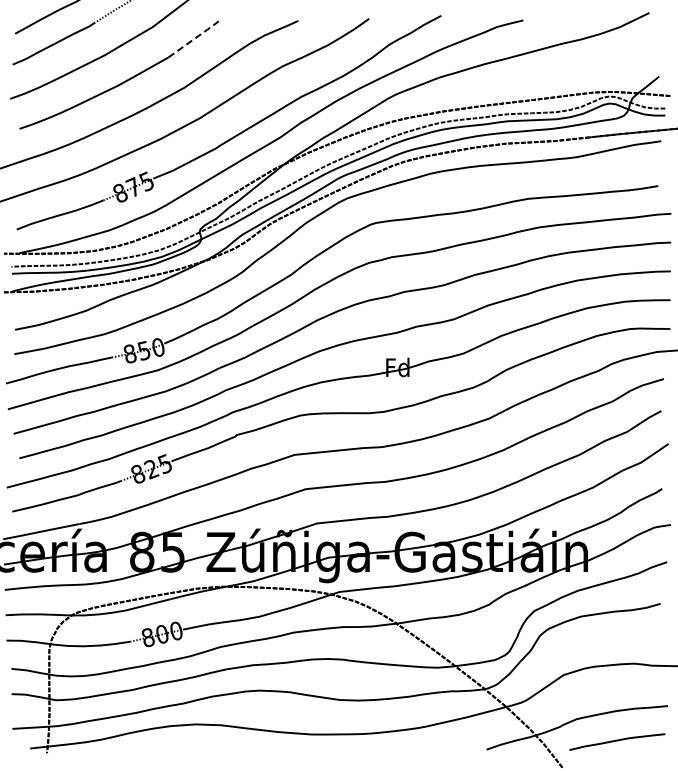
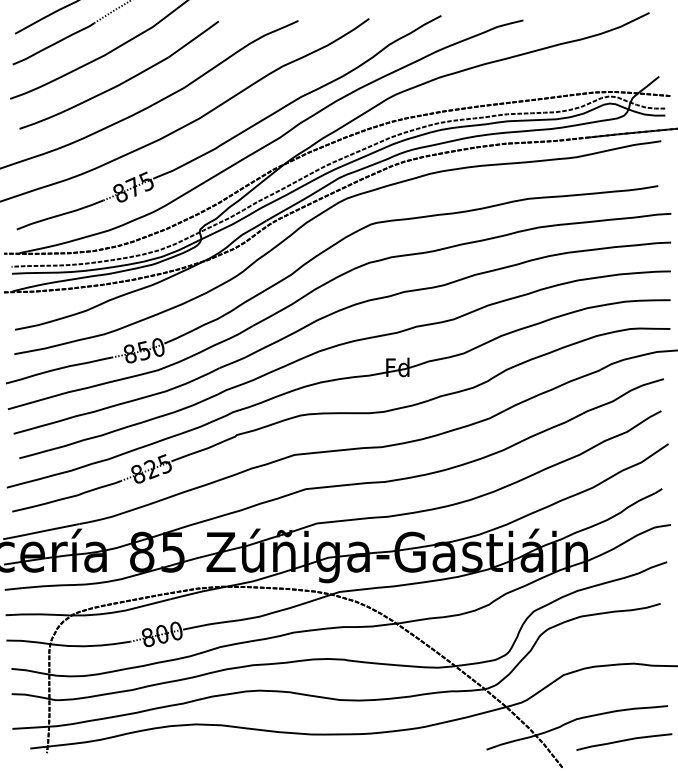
line at (194, 38): dashed -> solid
curve at (617, 741) position: (617, 741) -> (624, 741)
